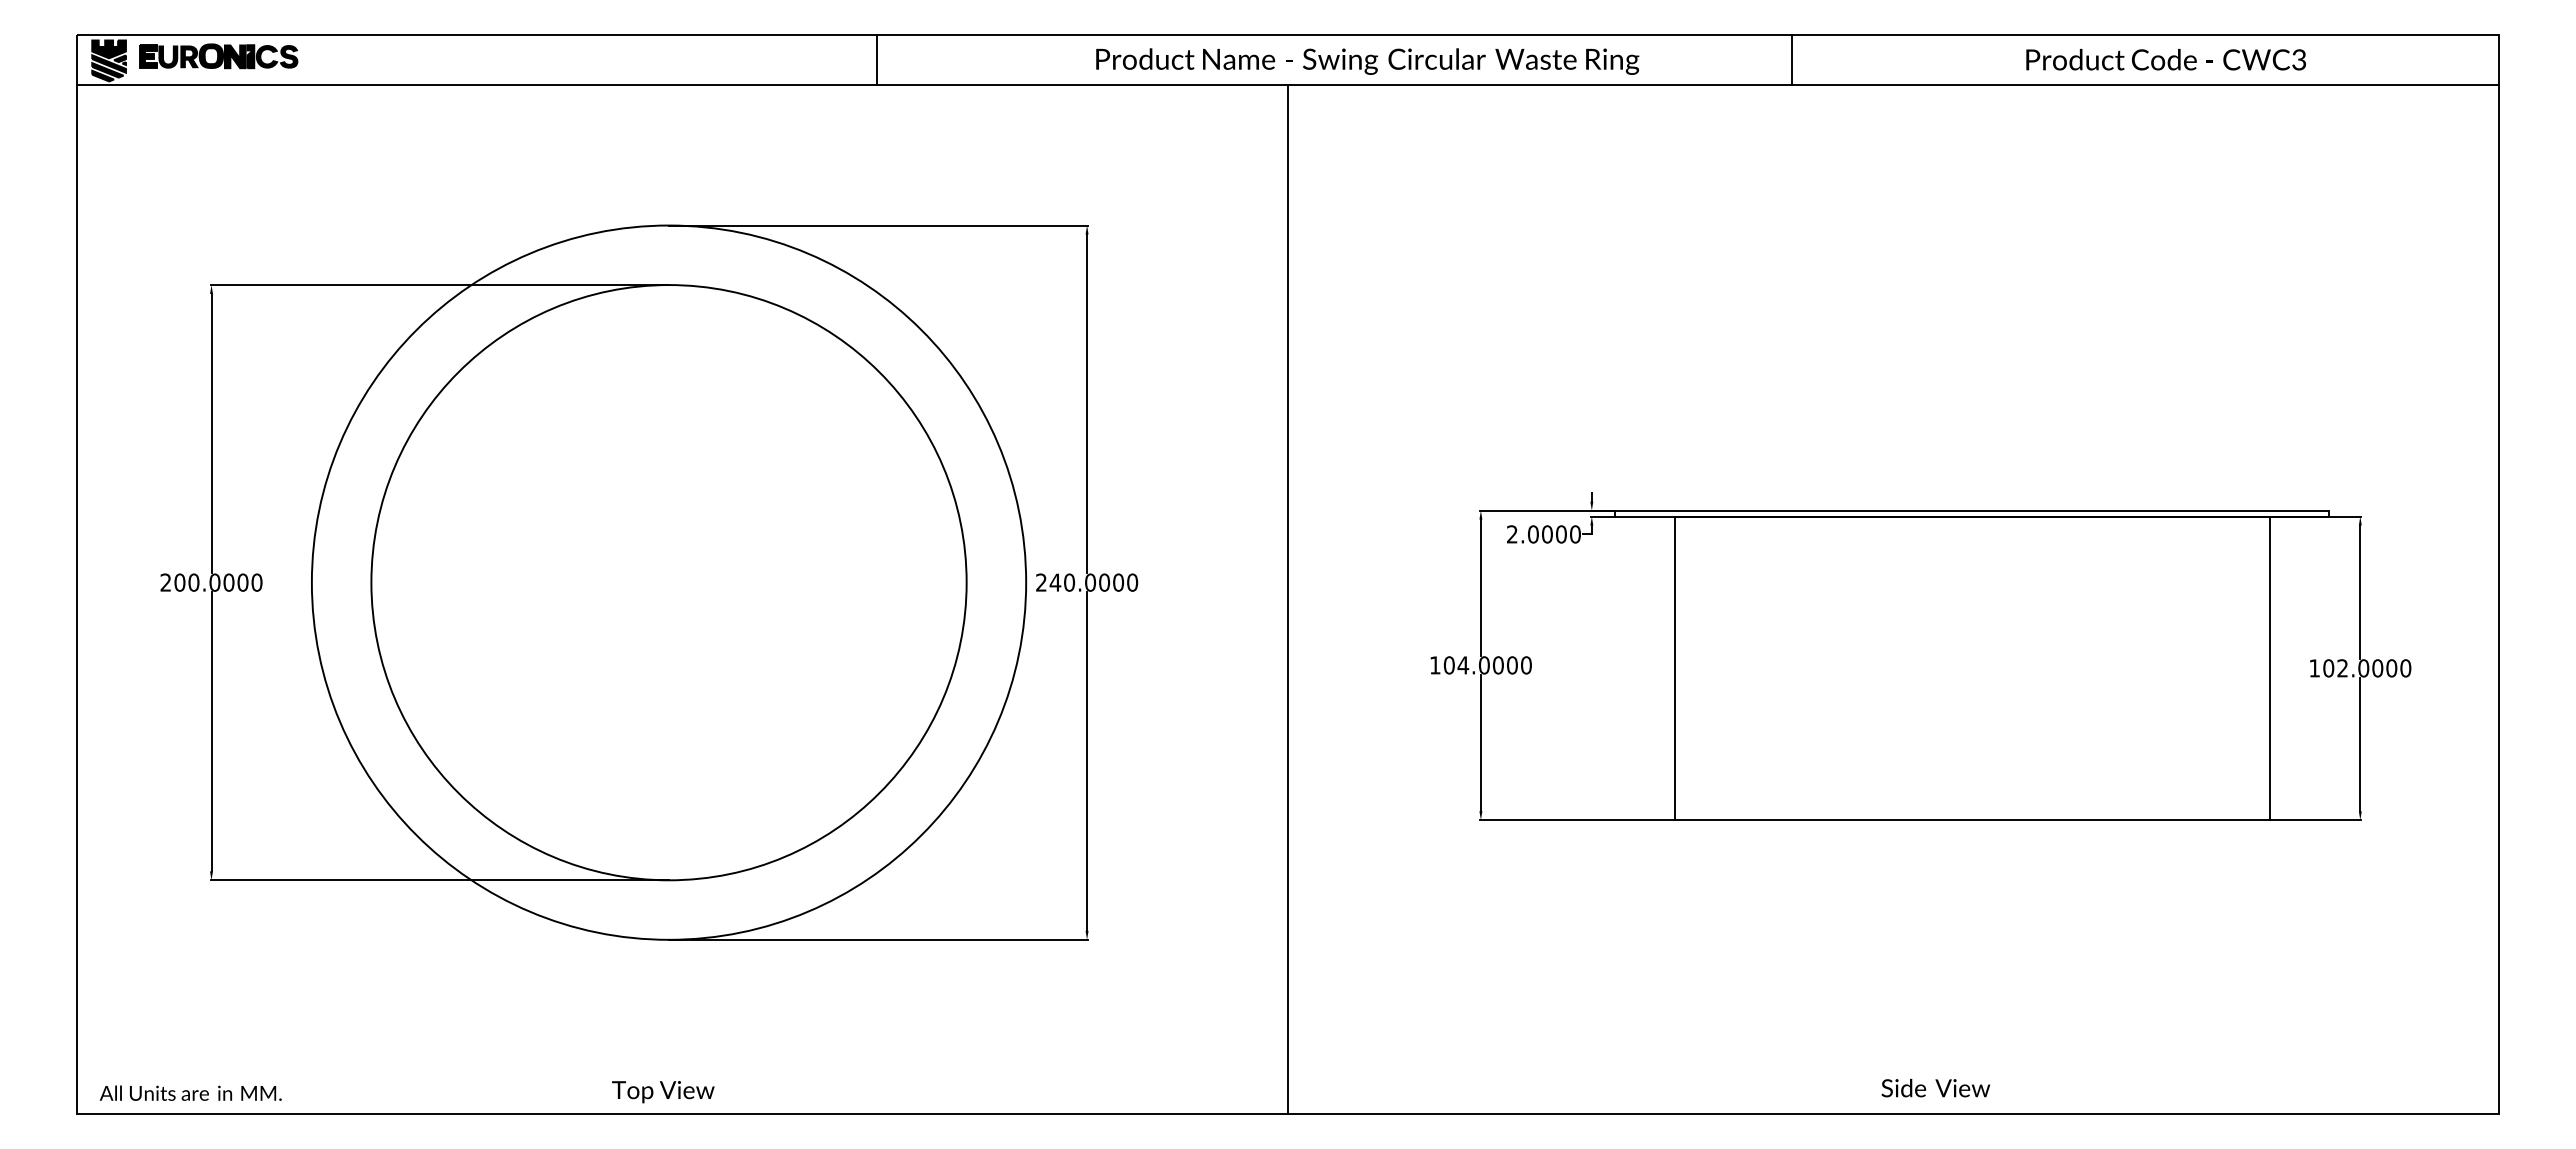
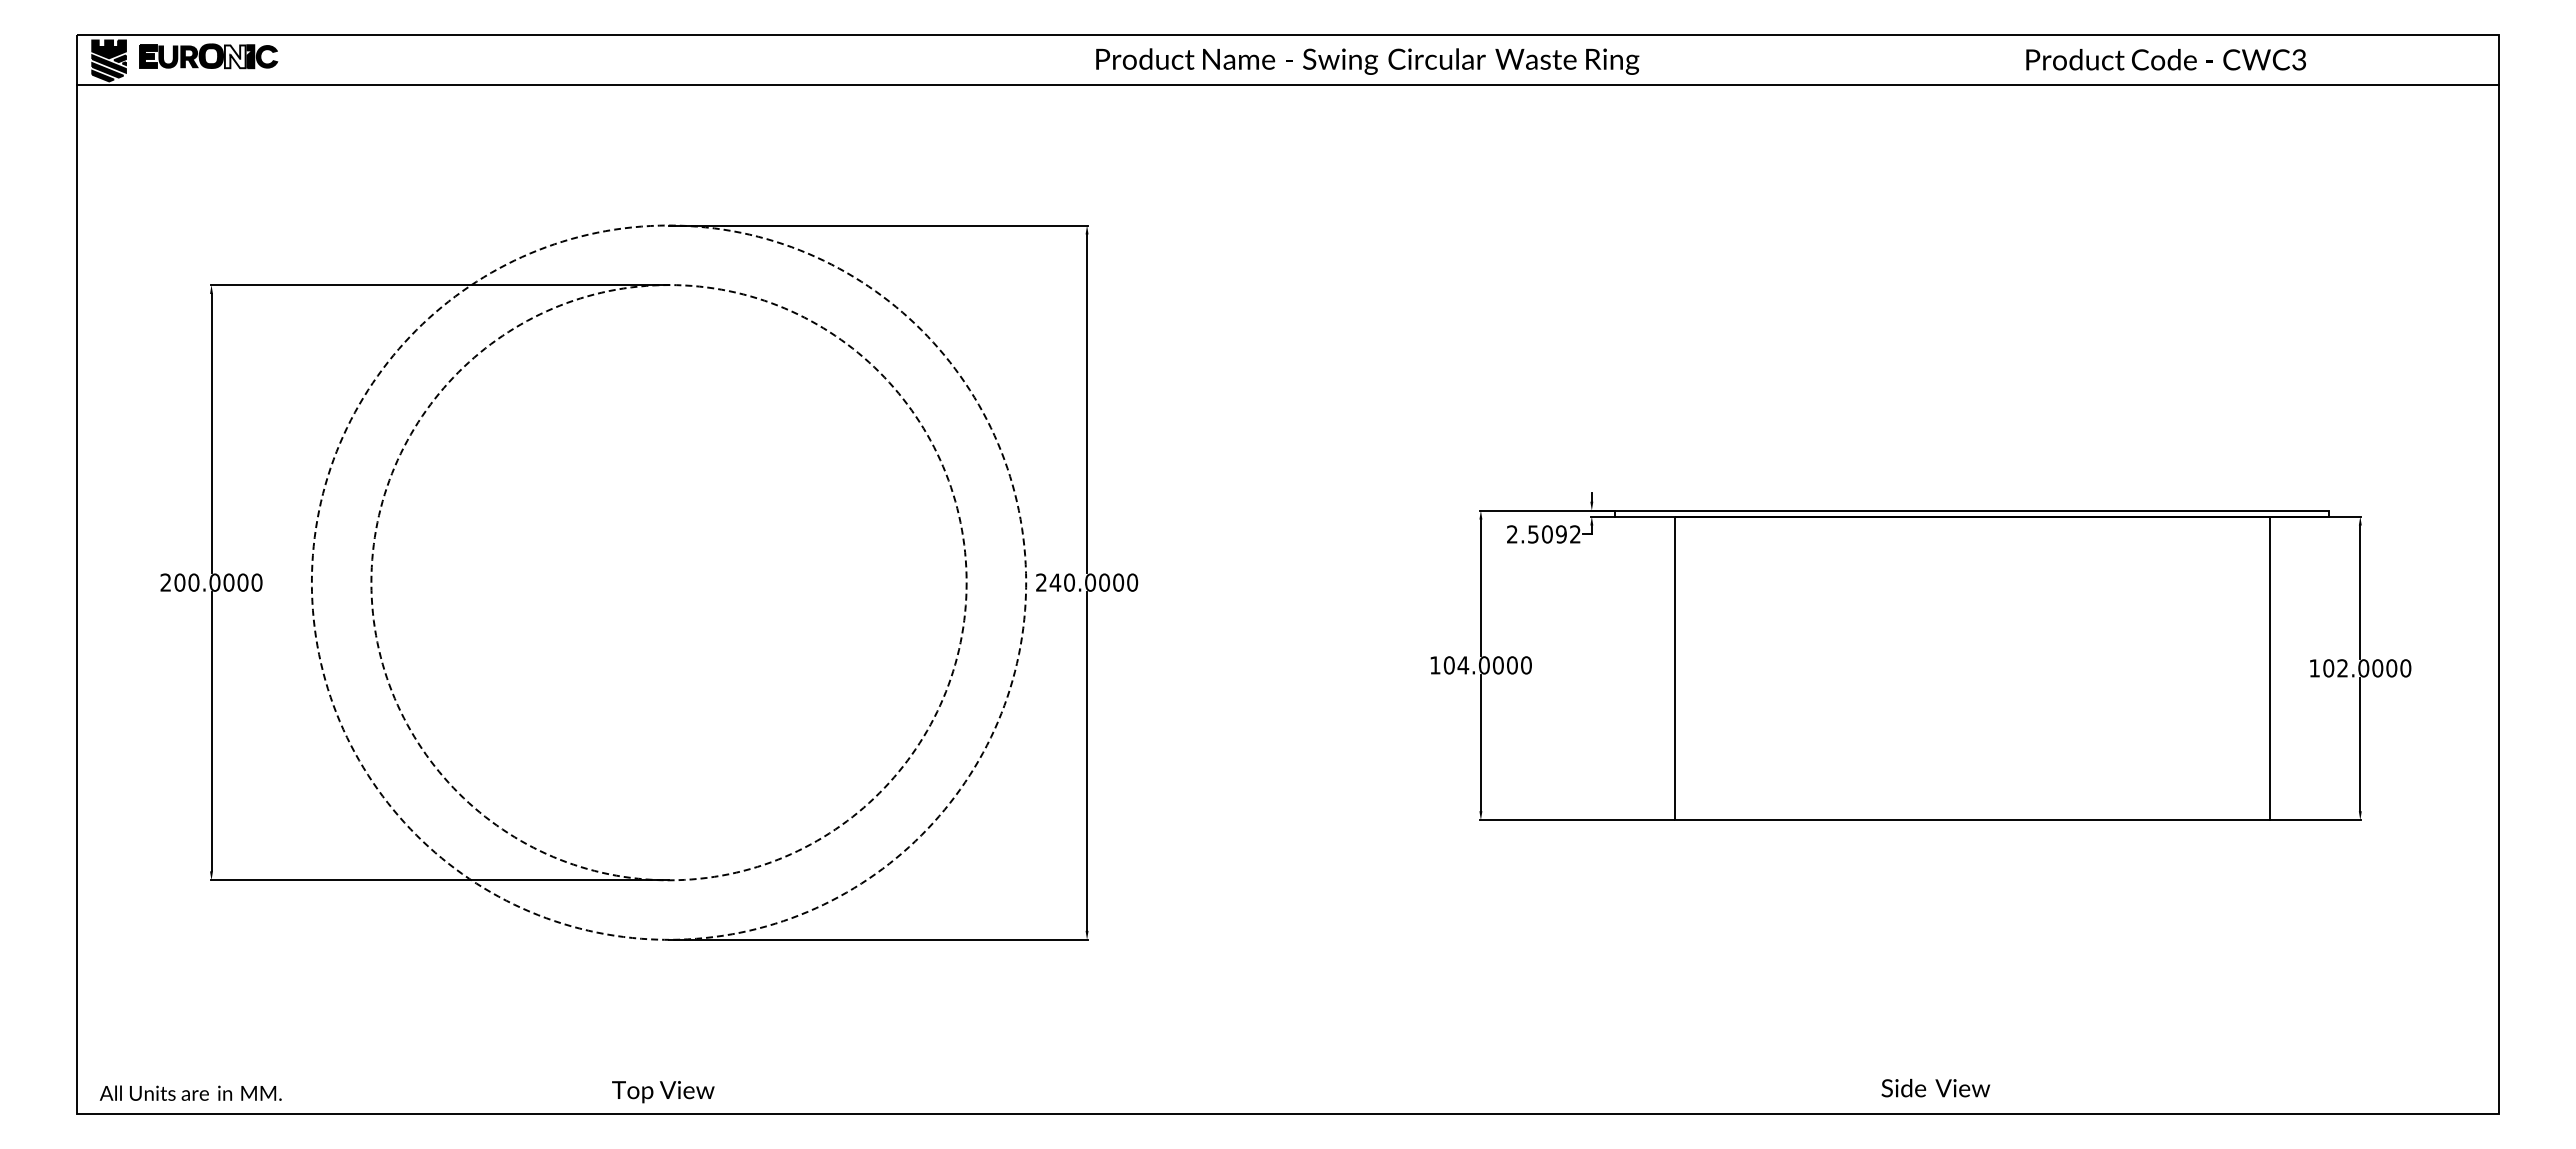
fill at (234, 56): present -> none
fill at (288, 56): present -> none
line at (876, 59): present -> none
line at (1792, 59): present -> none
text at (1553, 534): 2.0000 -> 2.5092
circle at (668, 582): solid -> dashed
circle at (668, 582): solid -> dashed
line at (1287, 599): present -> none
